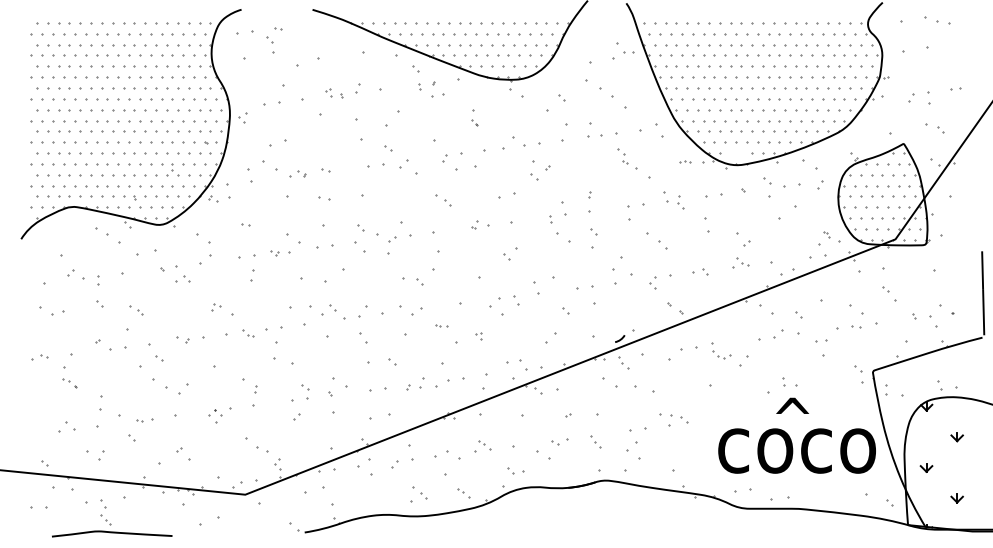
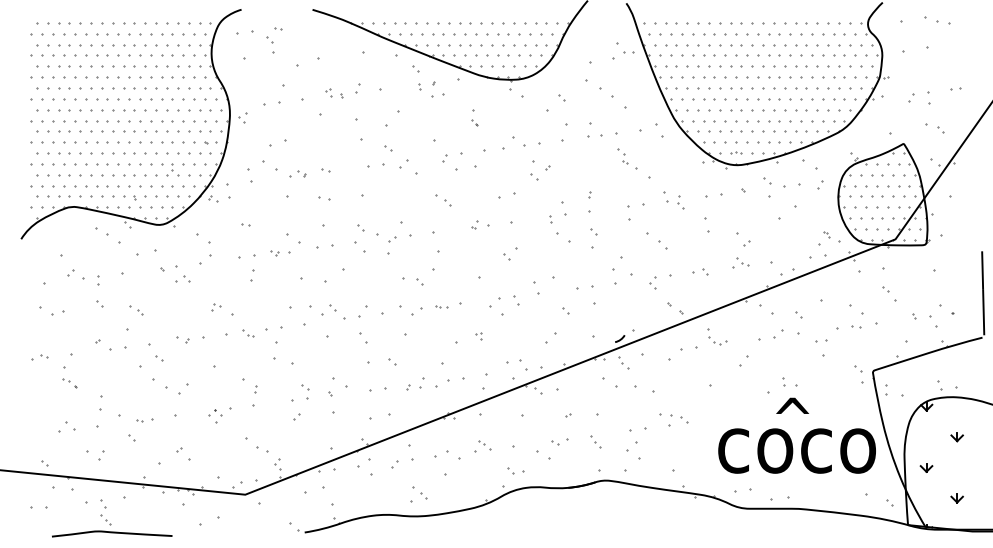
part at (685, 161) position: (685, 161) -> (736, 152)
part at (441, 325) position: (441, 325) -> (441, 306)
part at (721, 350) position: (721, 350) -> (717, 336)
part at (463, 493): present -> none
